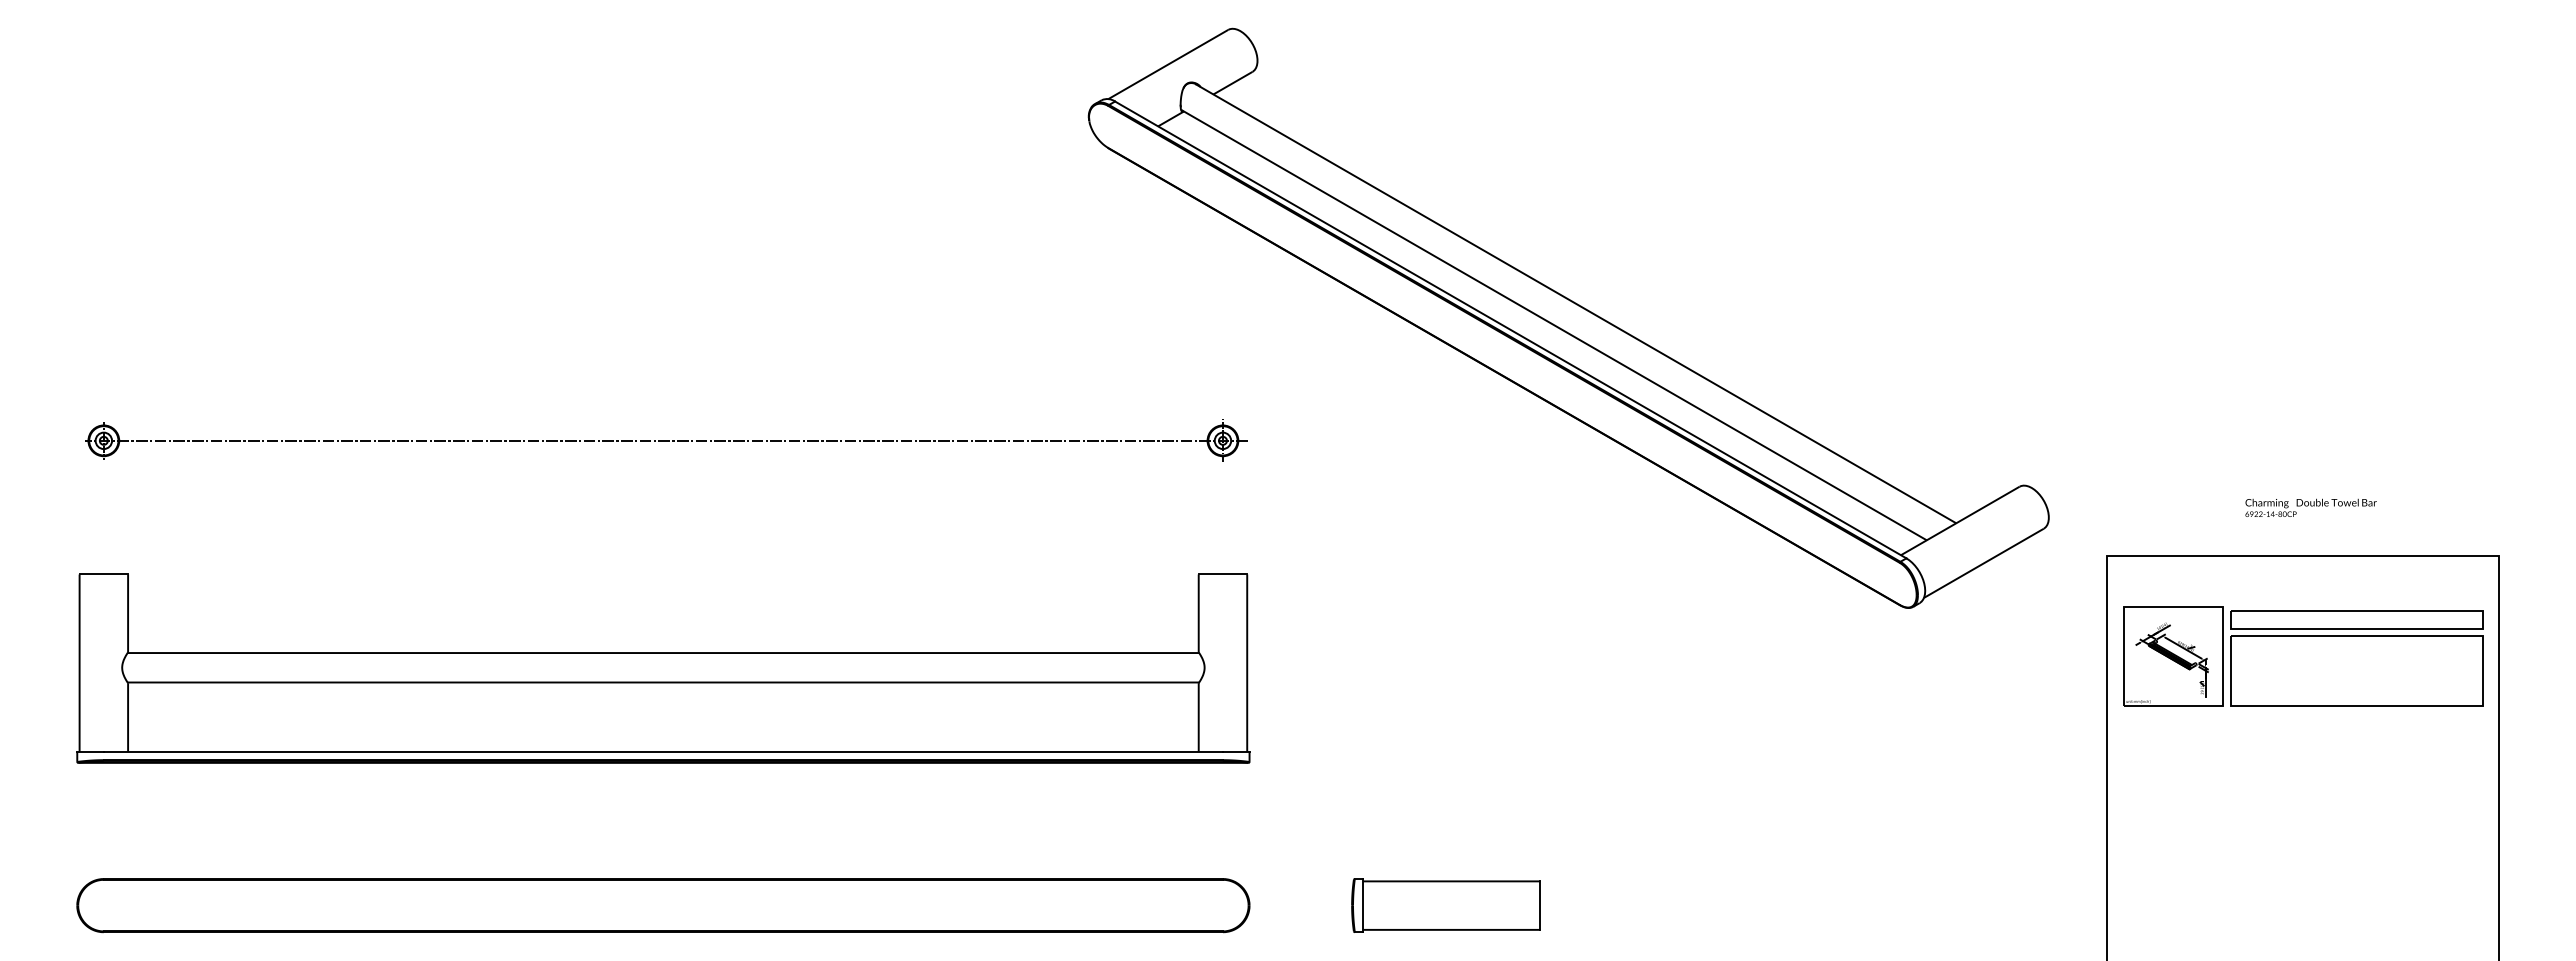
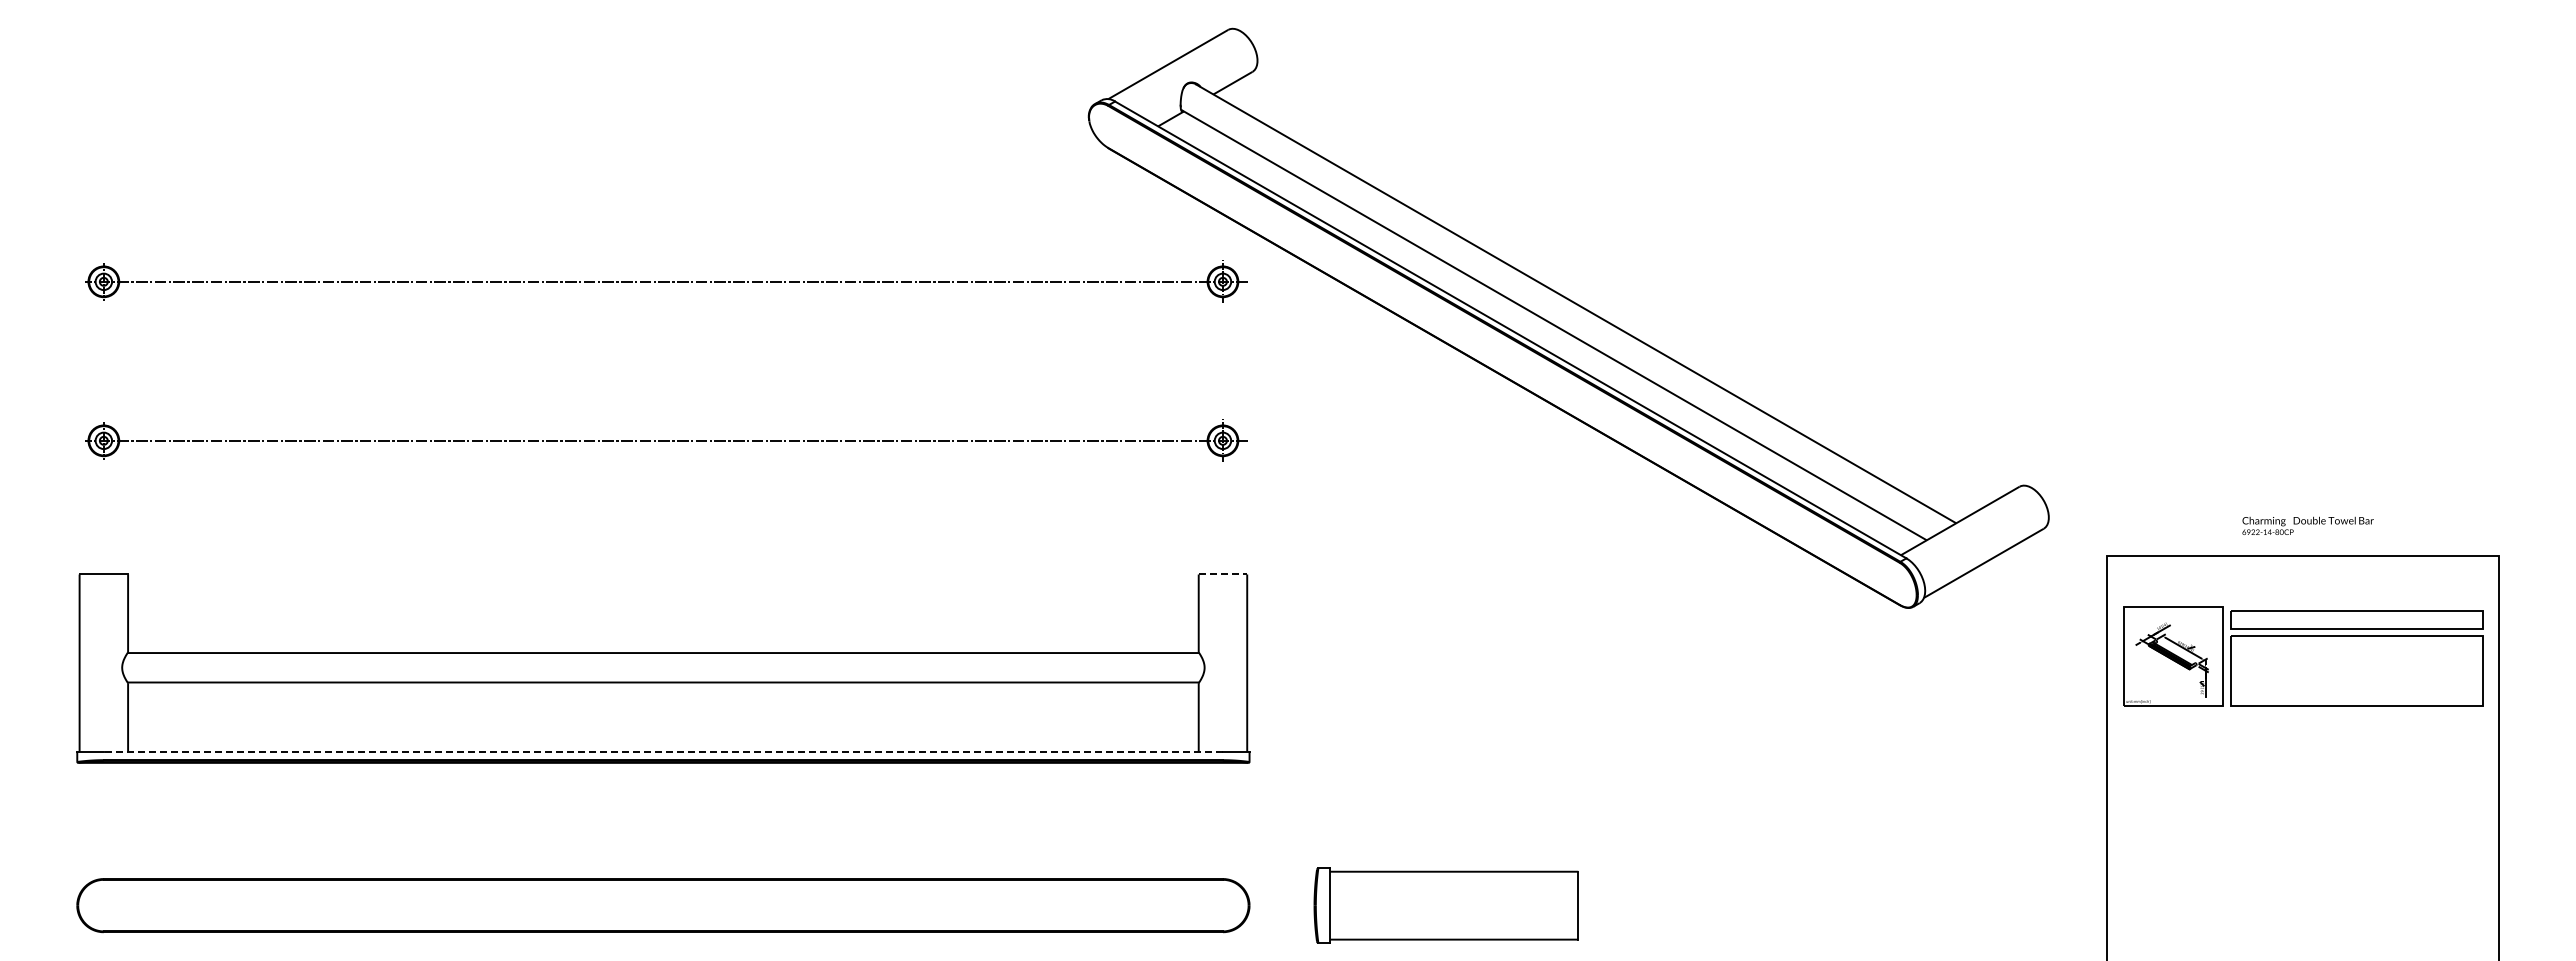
part at (666, 281): none -> present
text at (2310, 507) position: (2310, 507) -> (2307, 525)
line at (1223, 574): solid -> dashed
line at (663, 751): solid -> dashed
part at (1445, 905) size: 190x55 px -> 266x77 px
